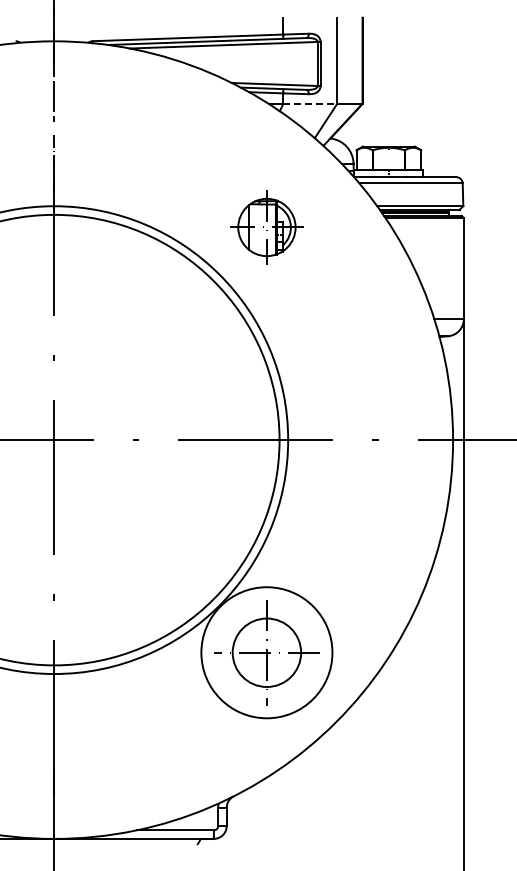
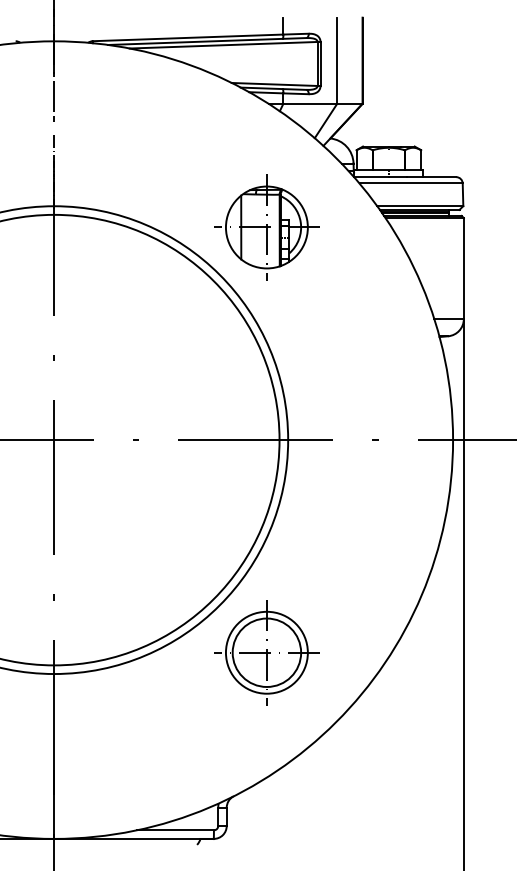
line at (310, 103): dashed -> solid
part at (266, 227) size: 74x75 px -> 106x107 px
circle at (266, 652) diameter: 131 px -> 82 px
